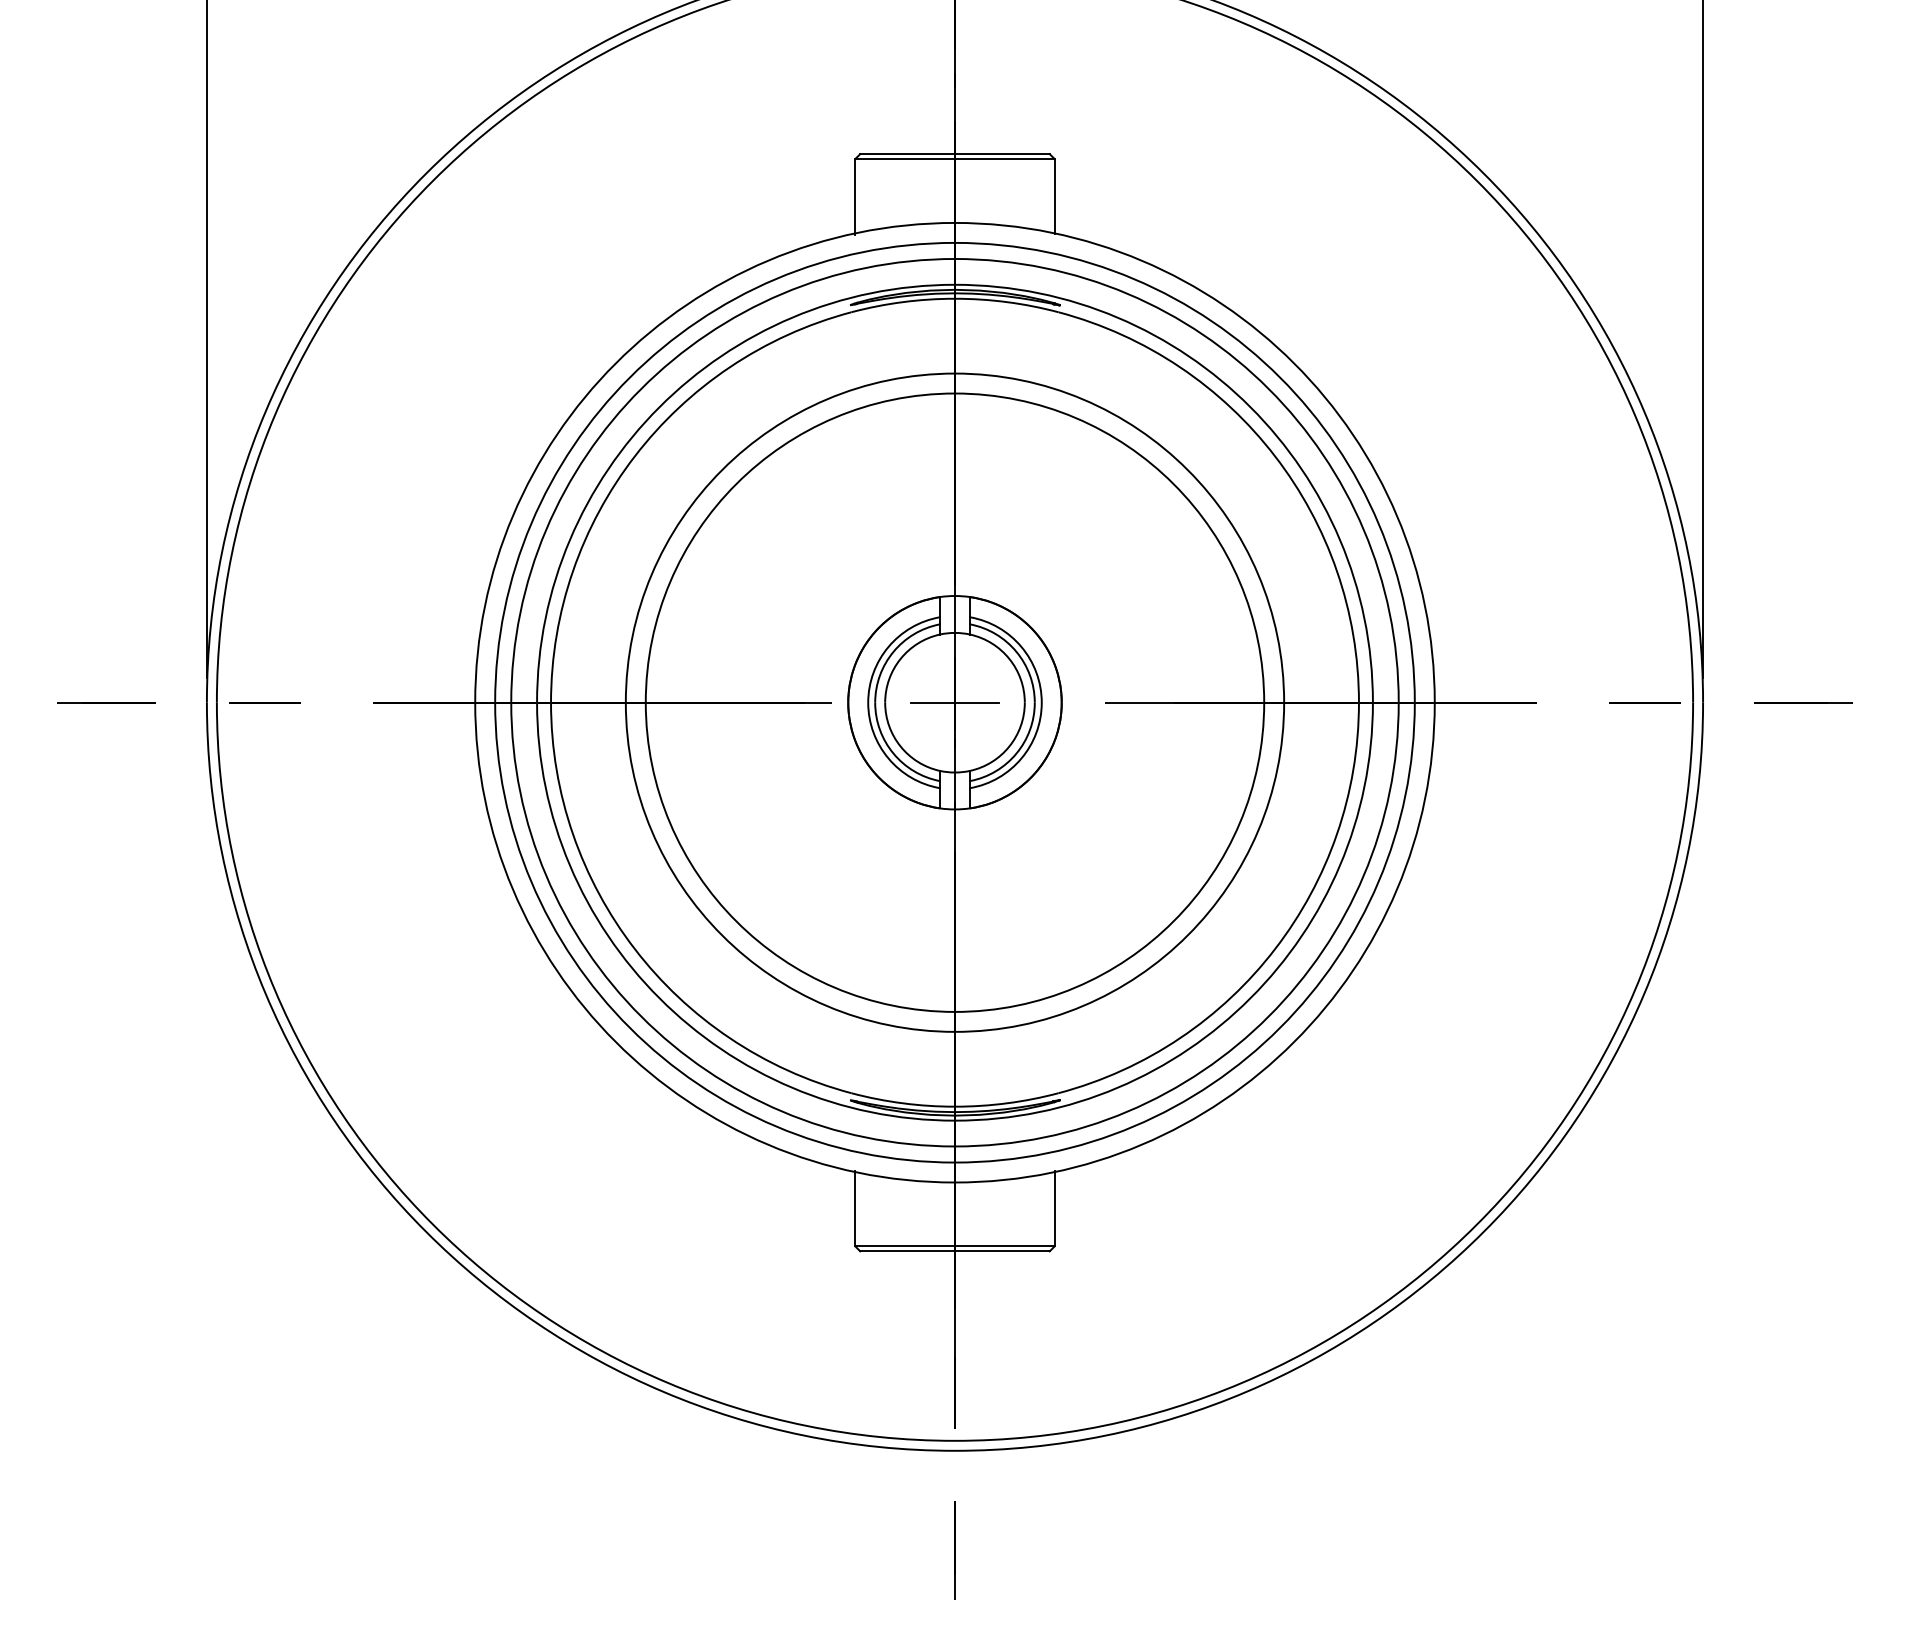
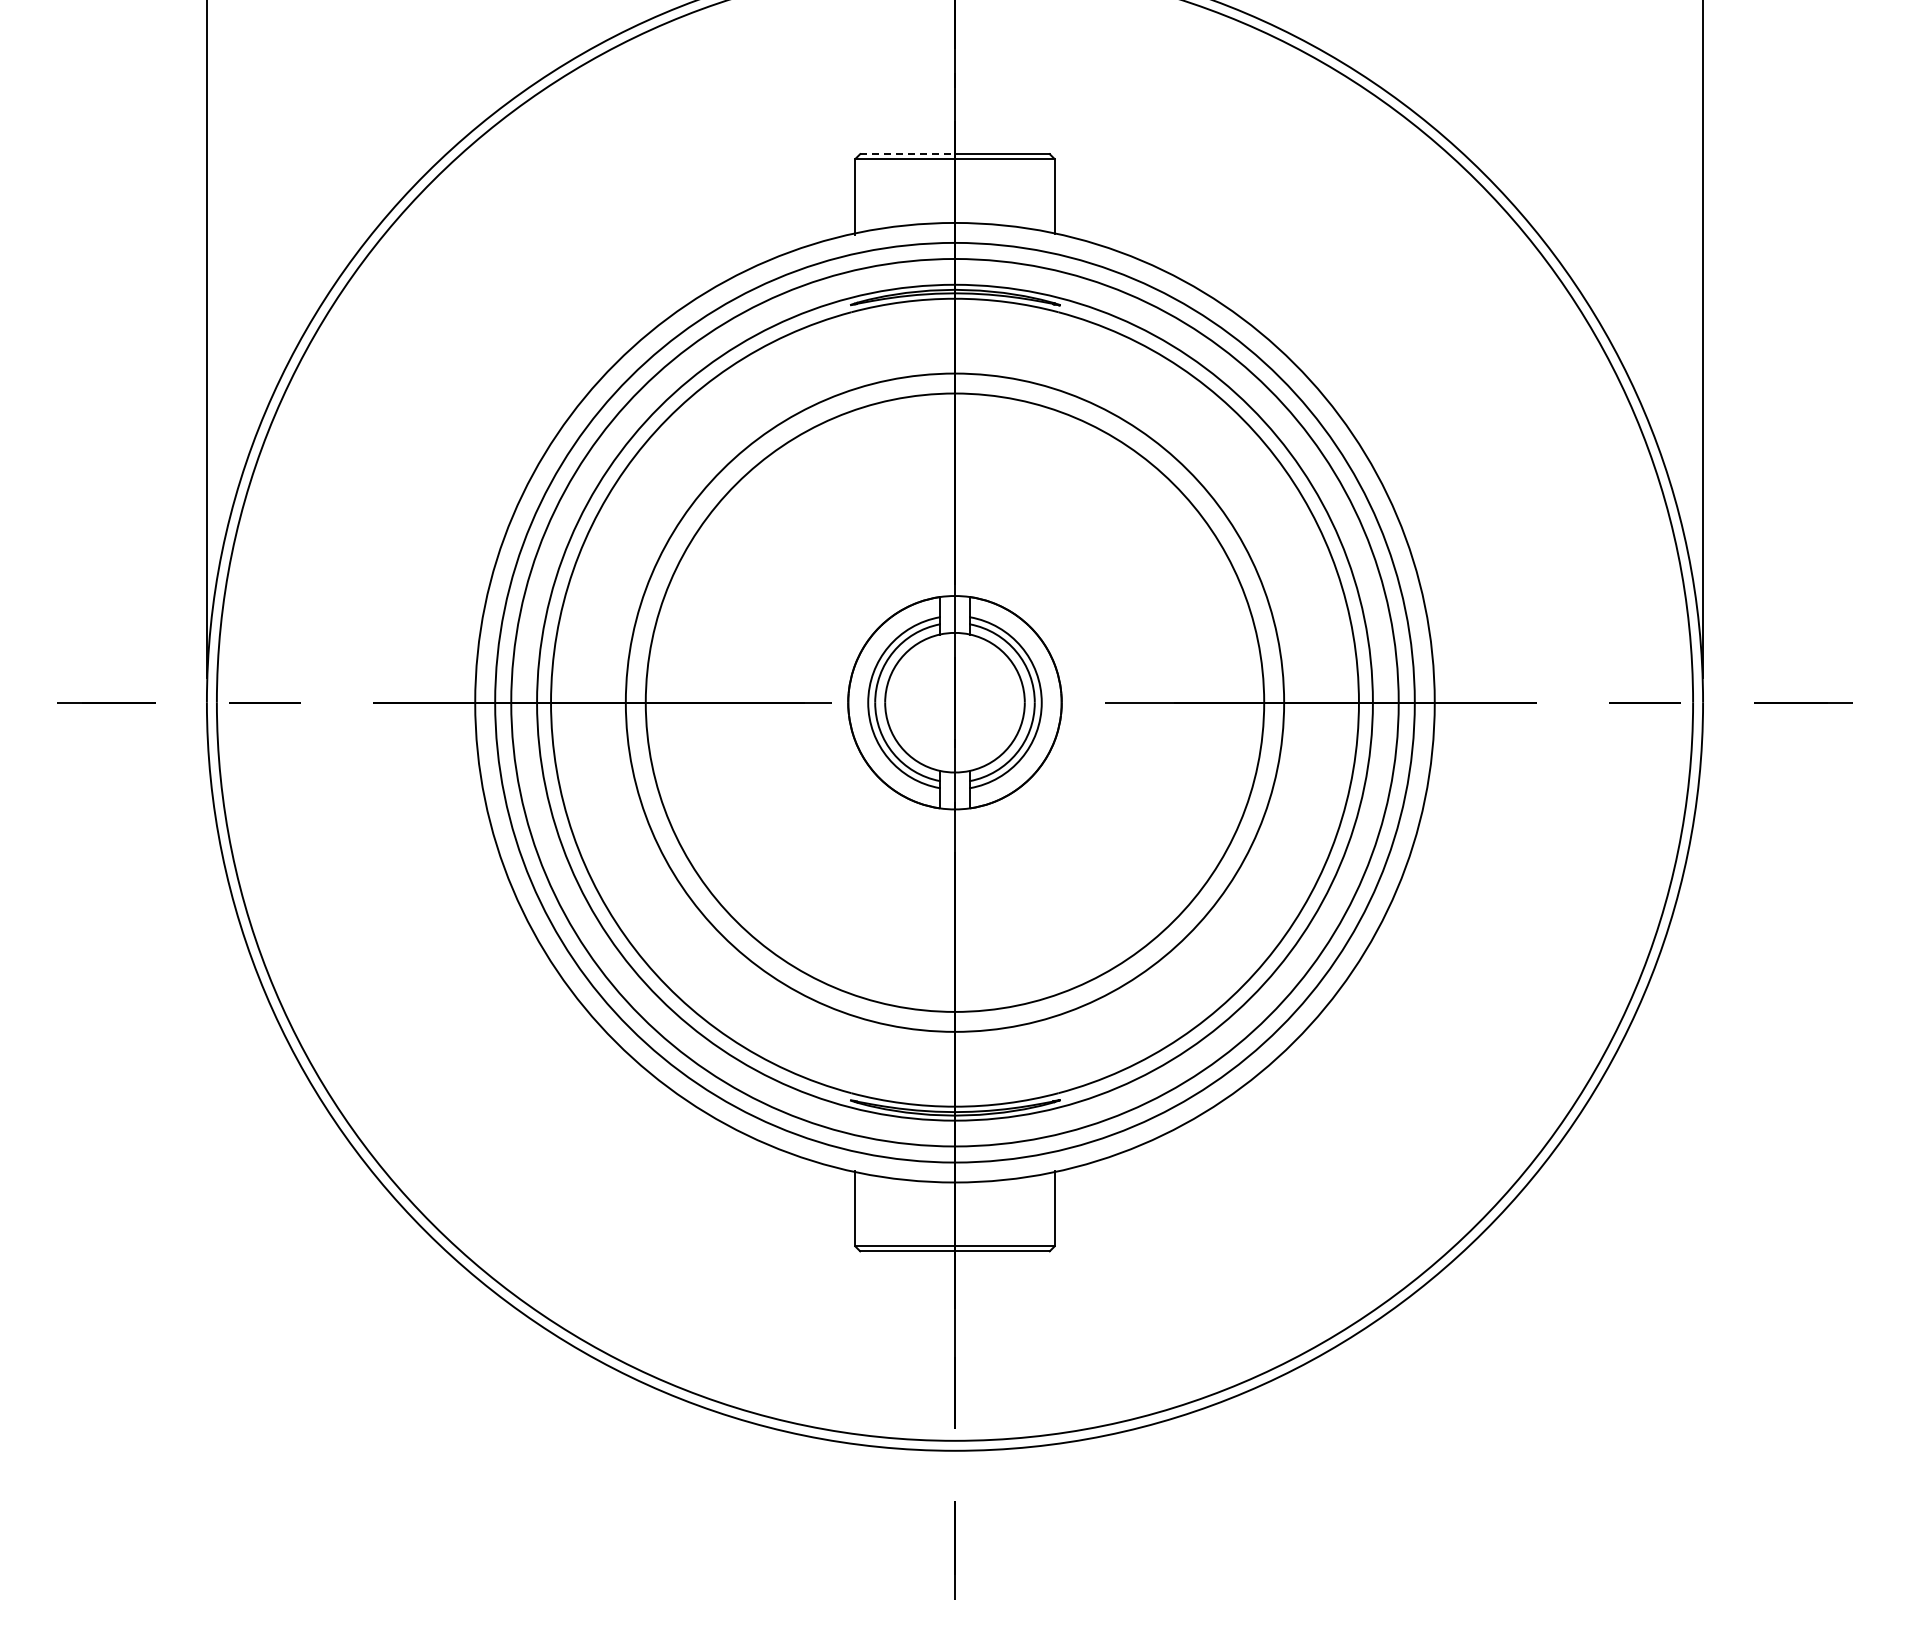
line at (908, 154): solid -> dashed
line at (954, 702): present -> none
